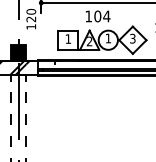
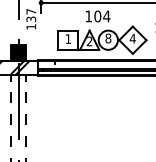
text at (31, 15): 120 -> 137
text at (108, 38): 1 -> 8
text at (132, 38): 3 -> 4
